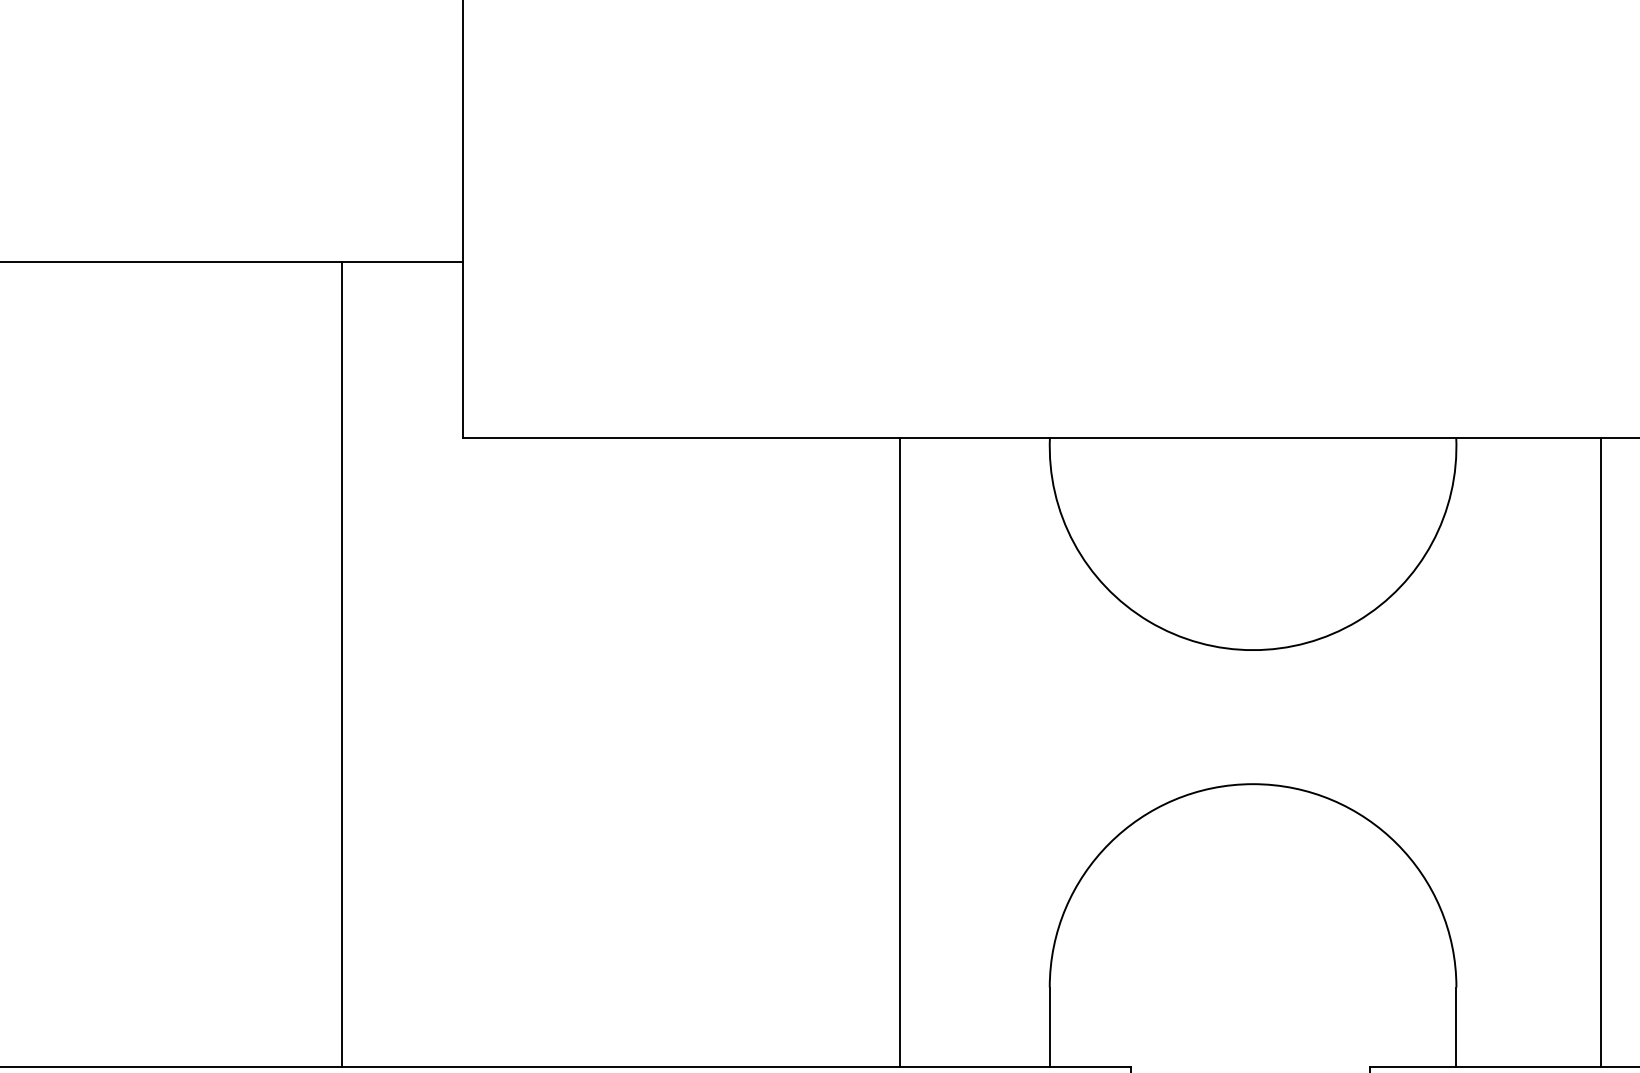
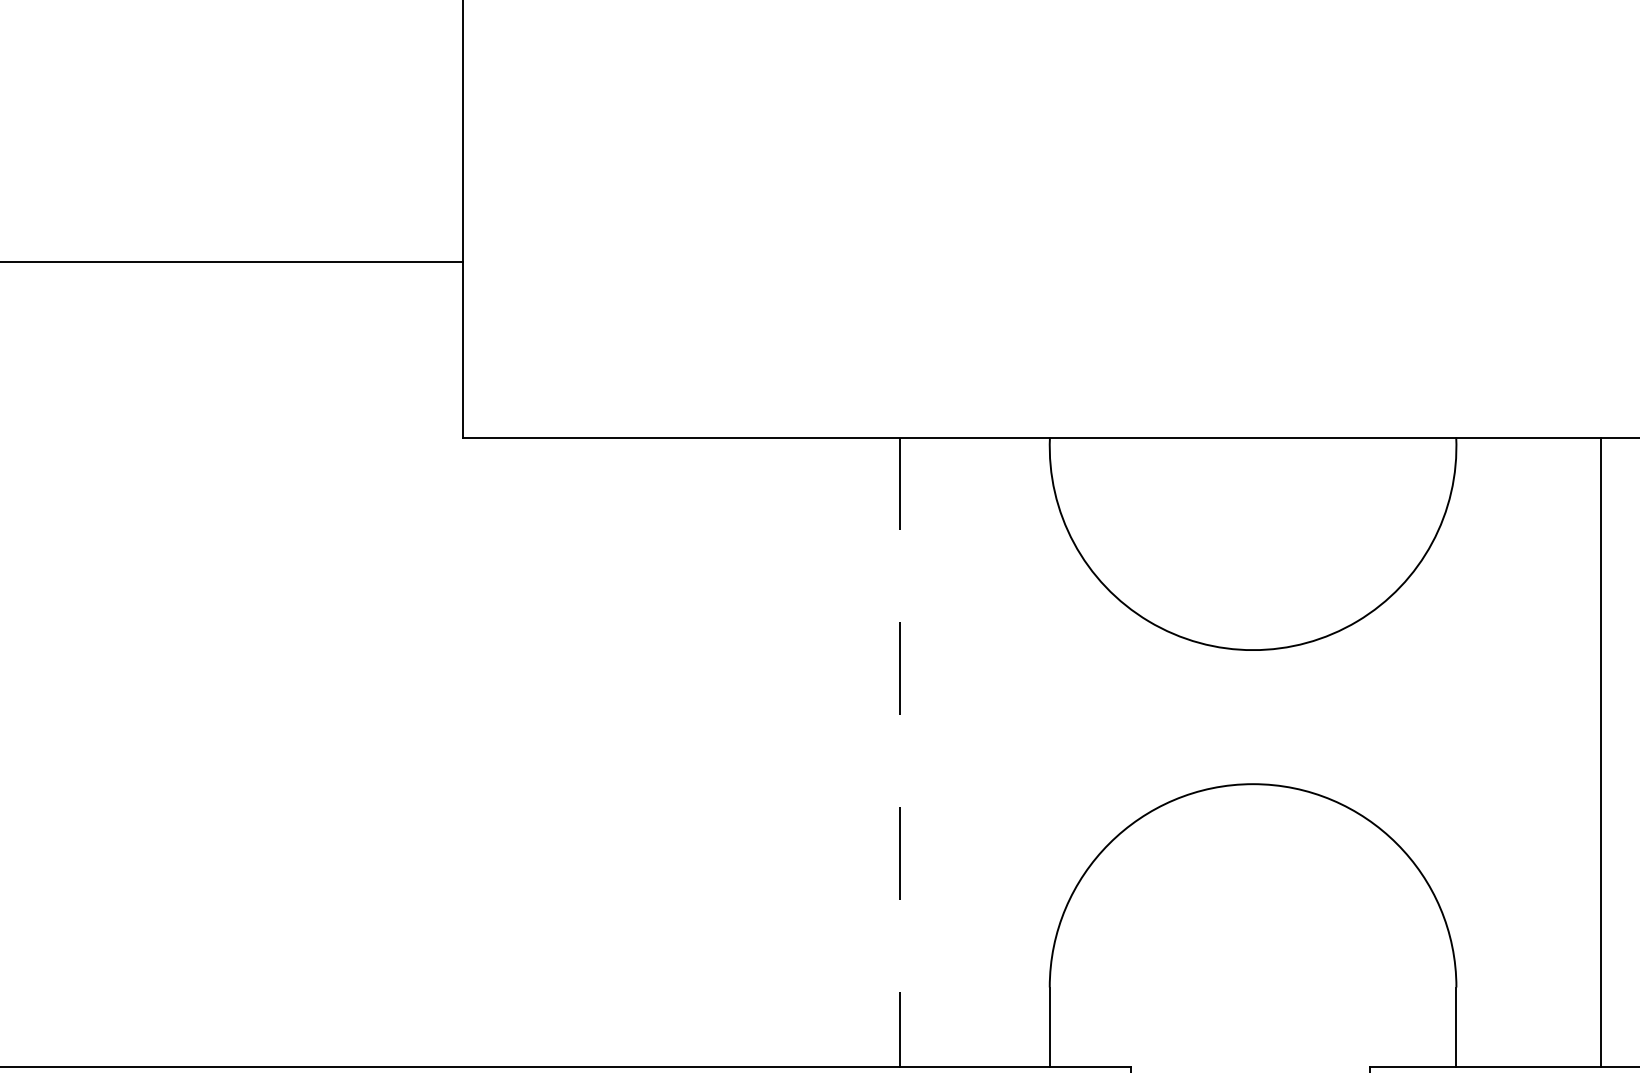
line at (342, 663): present -> none
line at (900, 752): solid -> dashed
